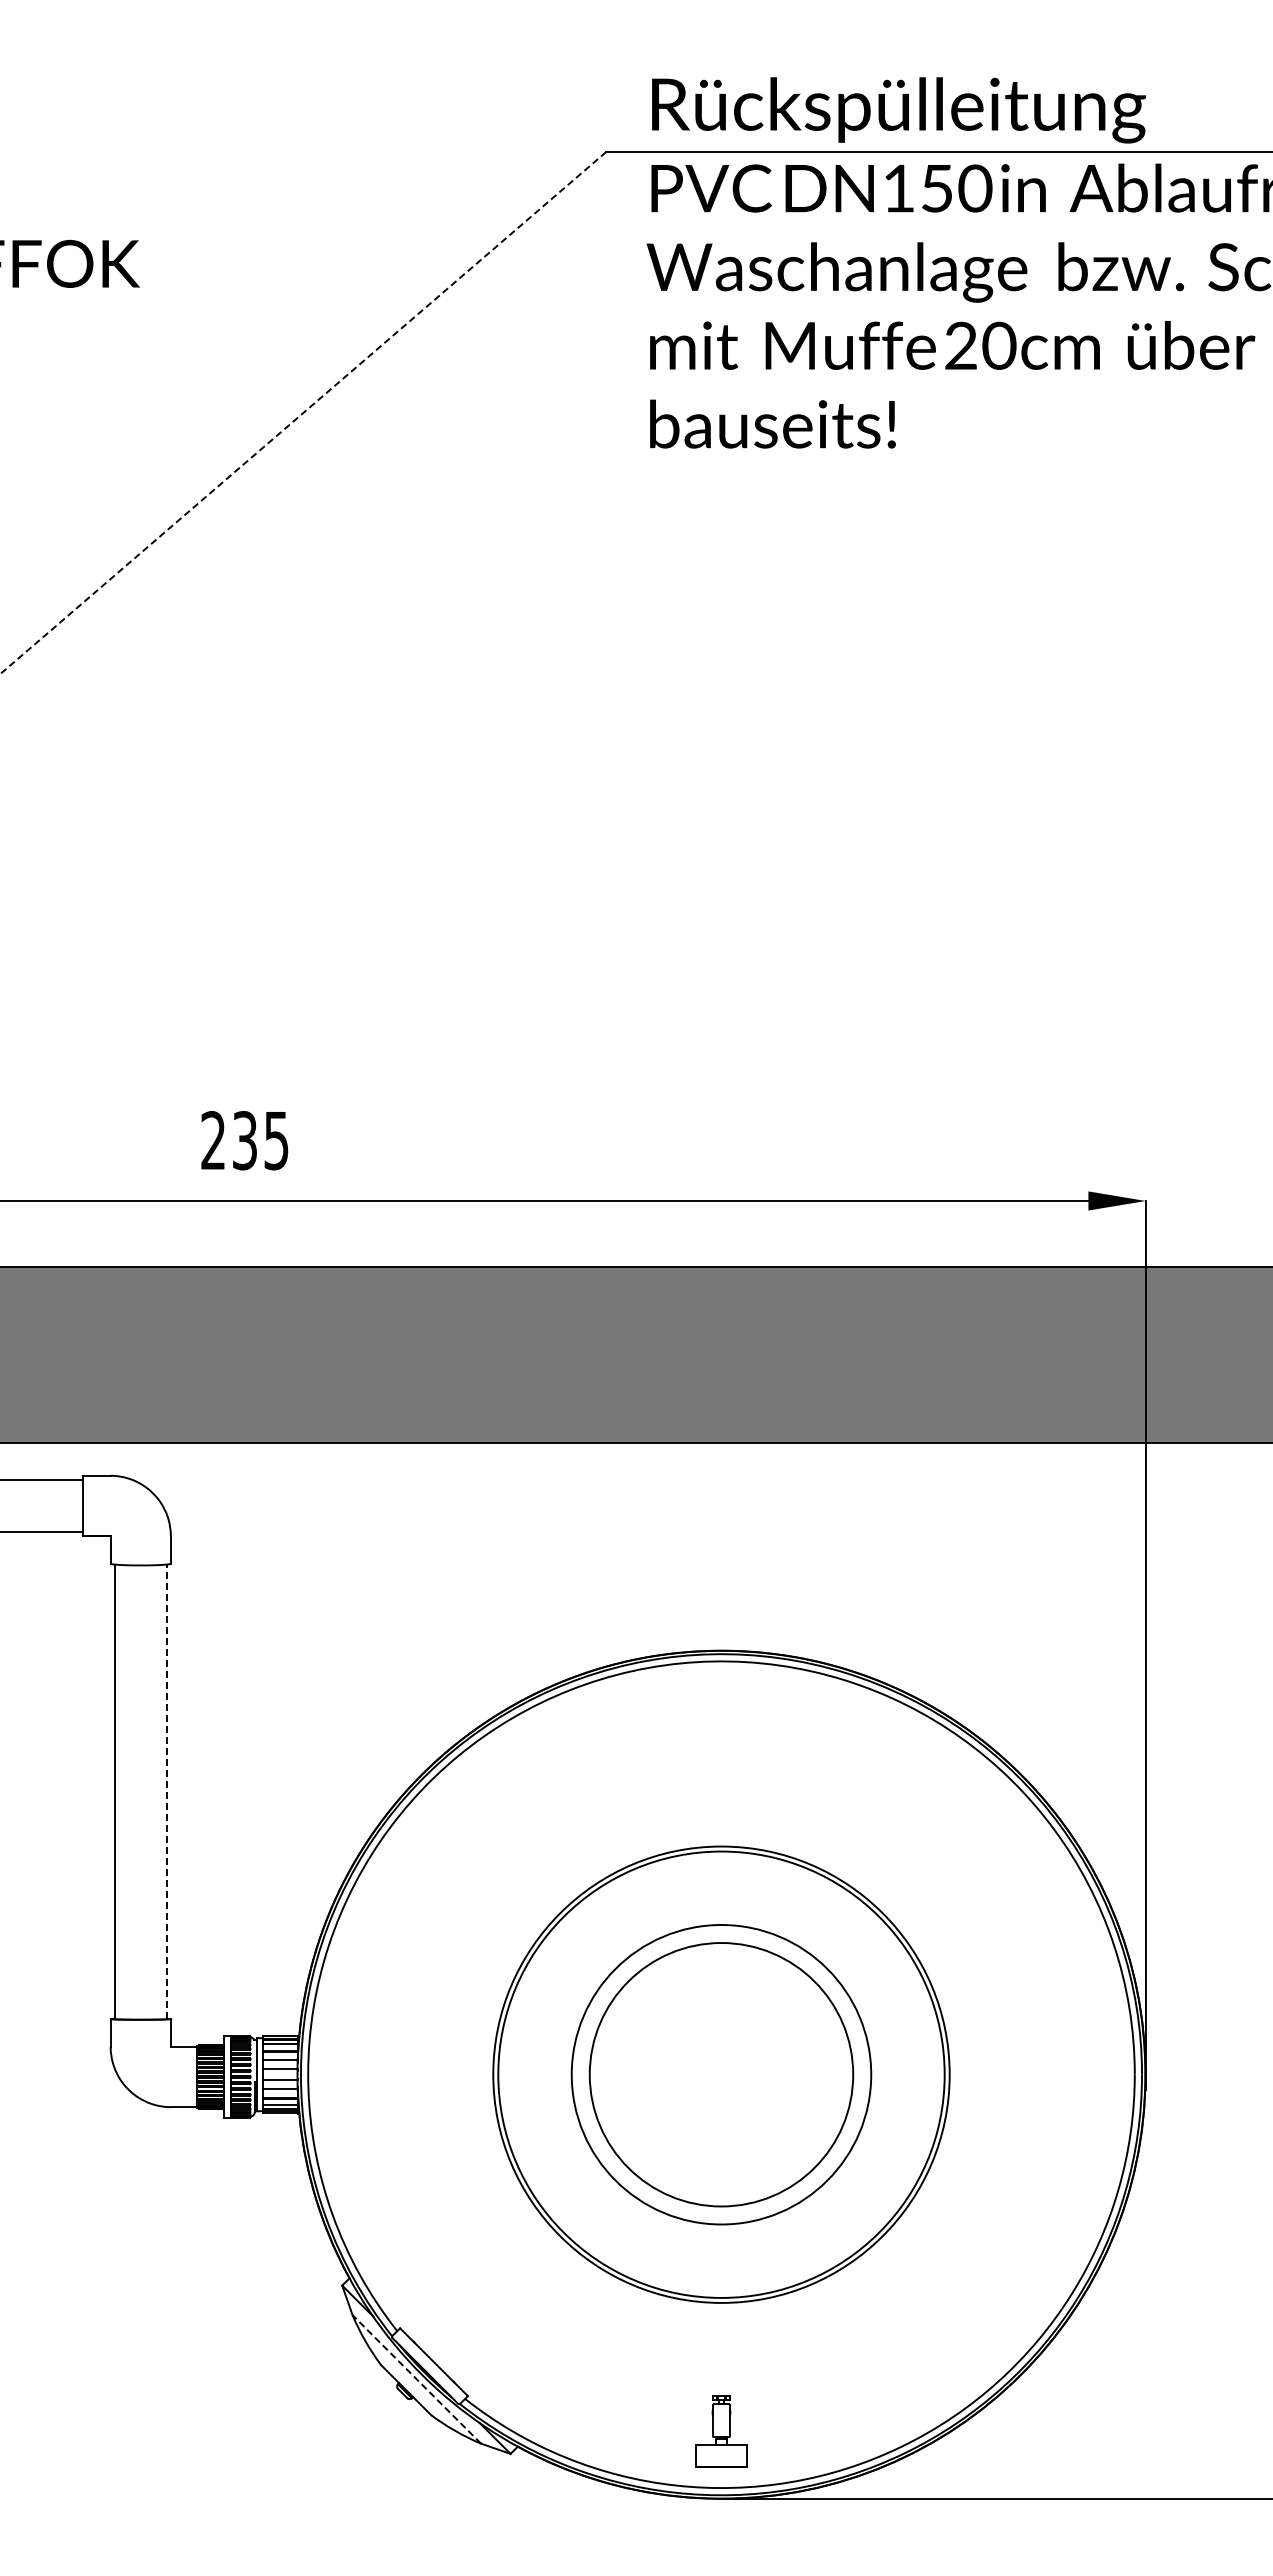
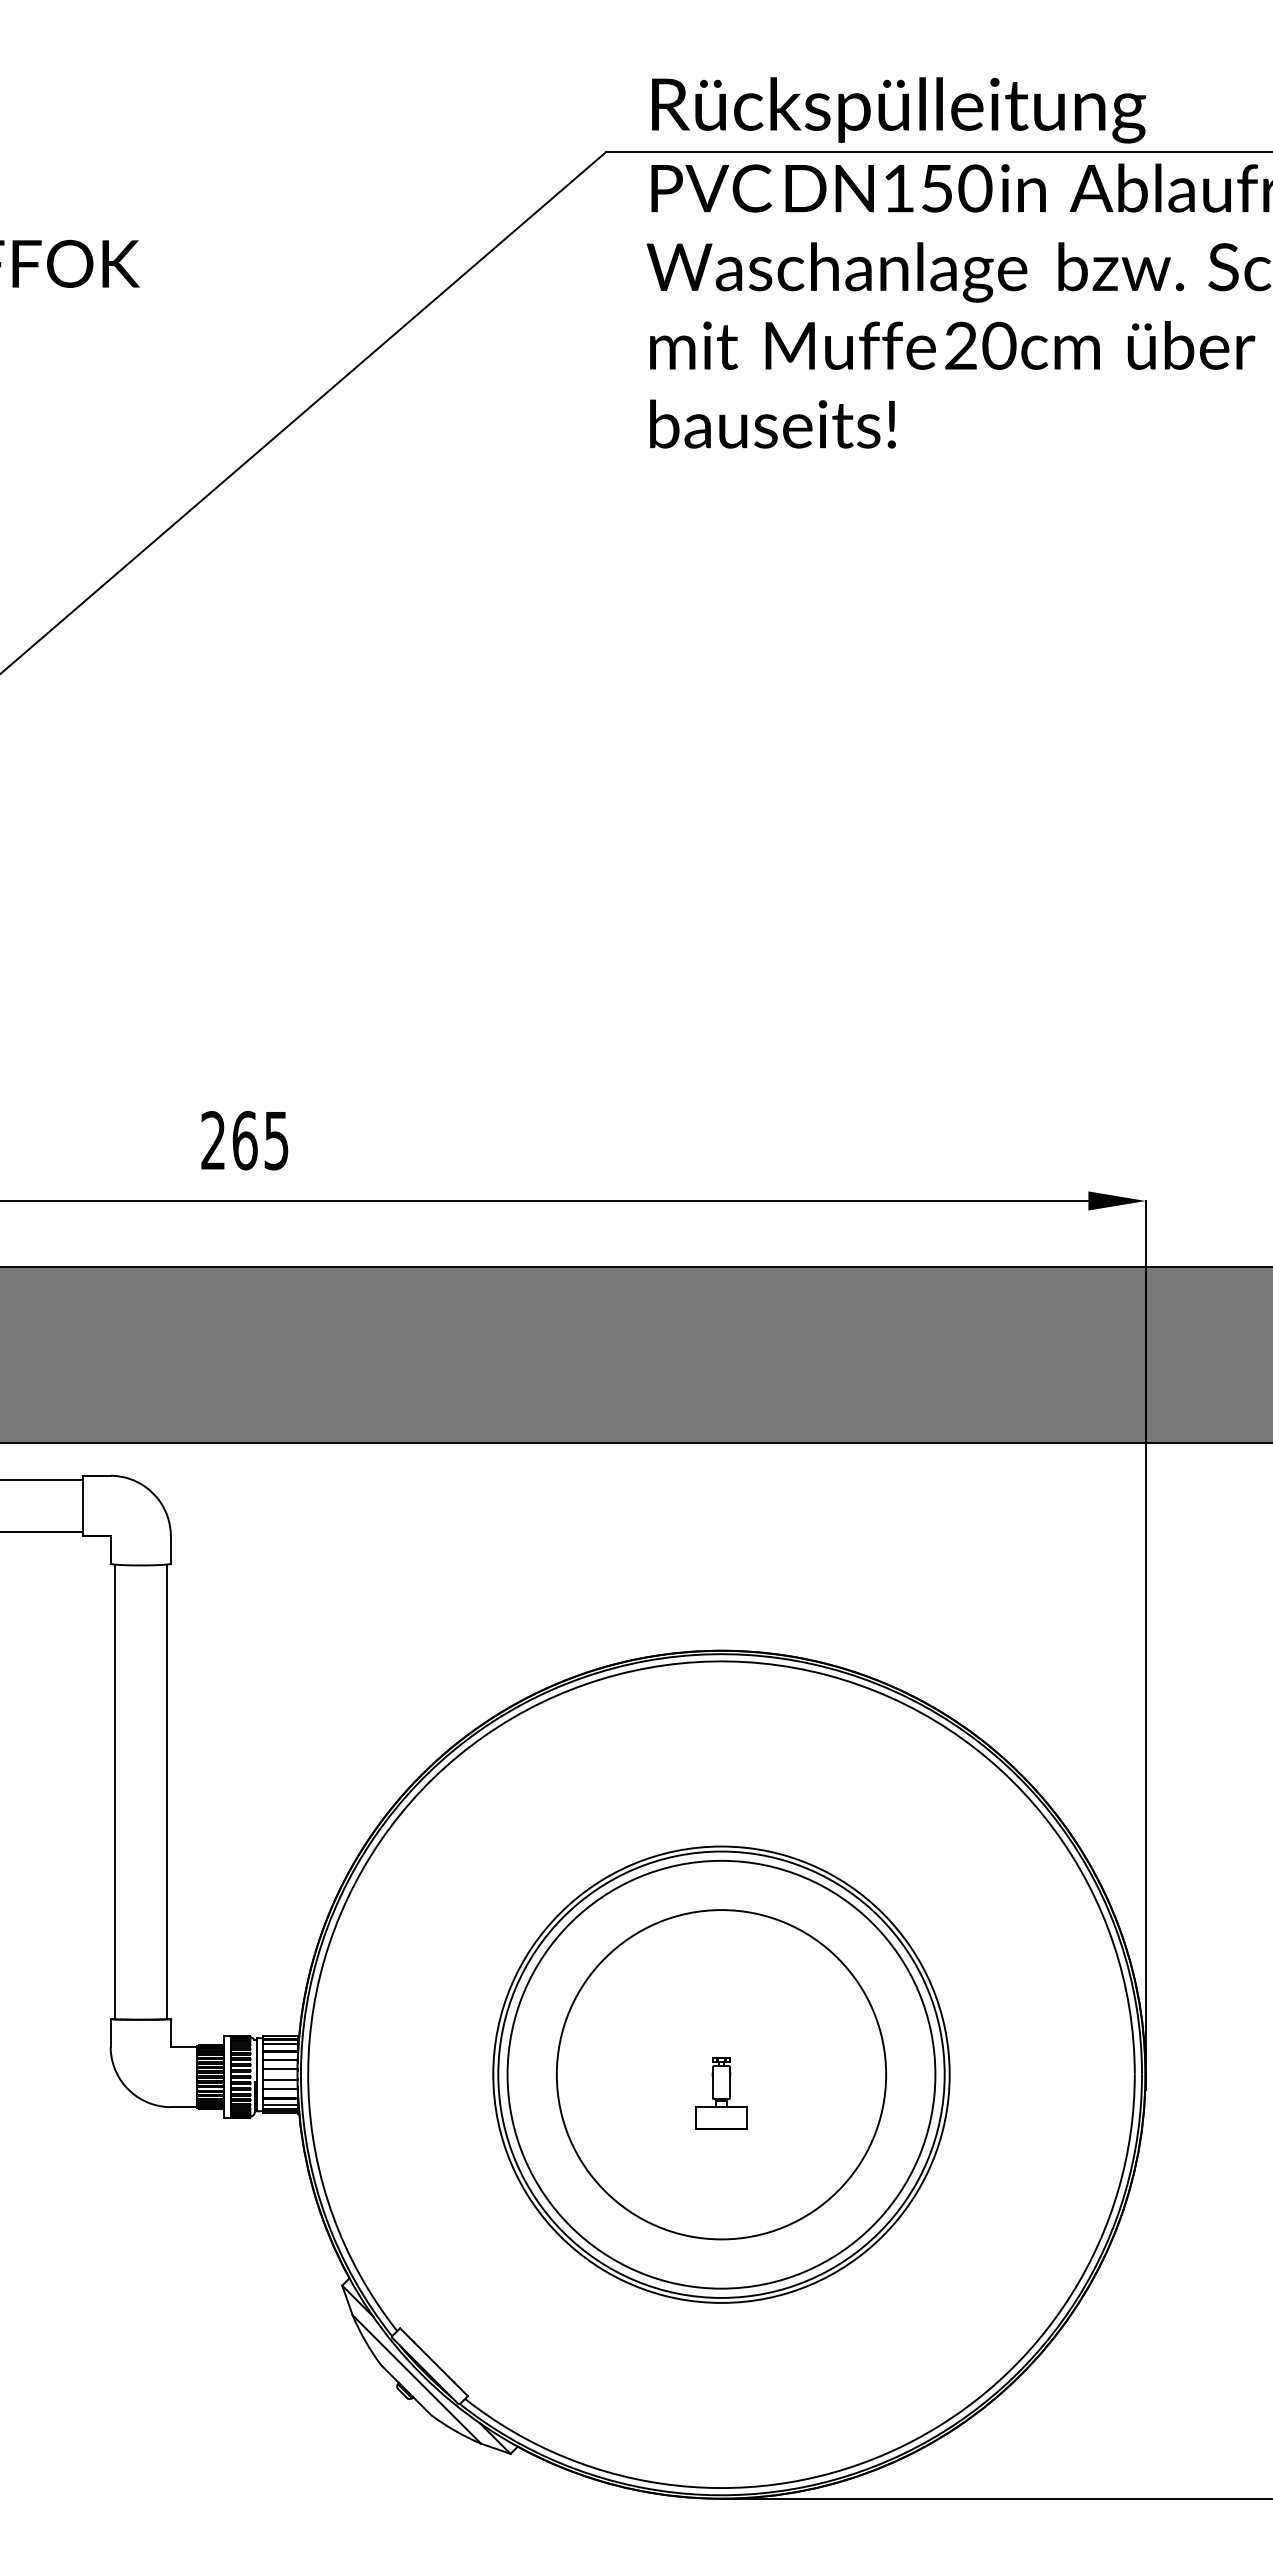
line at (303, 412): dashed -> solid
text at (244, 1140): 235 -> 265
line at (166, 1791): dashed -> solid
circle at (721, 2074) diameter: 263 px -> 329 px
circle at (721, 2074) diameter: 299 px -> 428 px
line at (416, 2379): dashed -> solid
part at (721, 2431) position: (721, 2431) -> (721, 2093)
